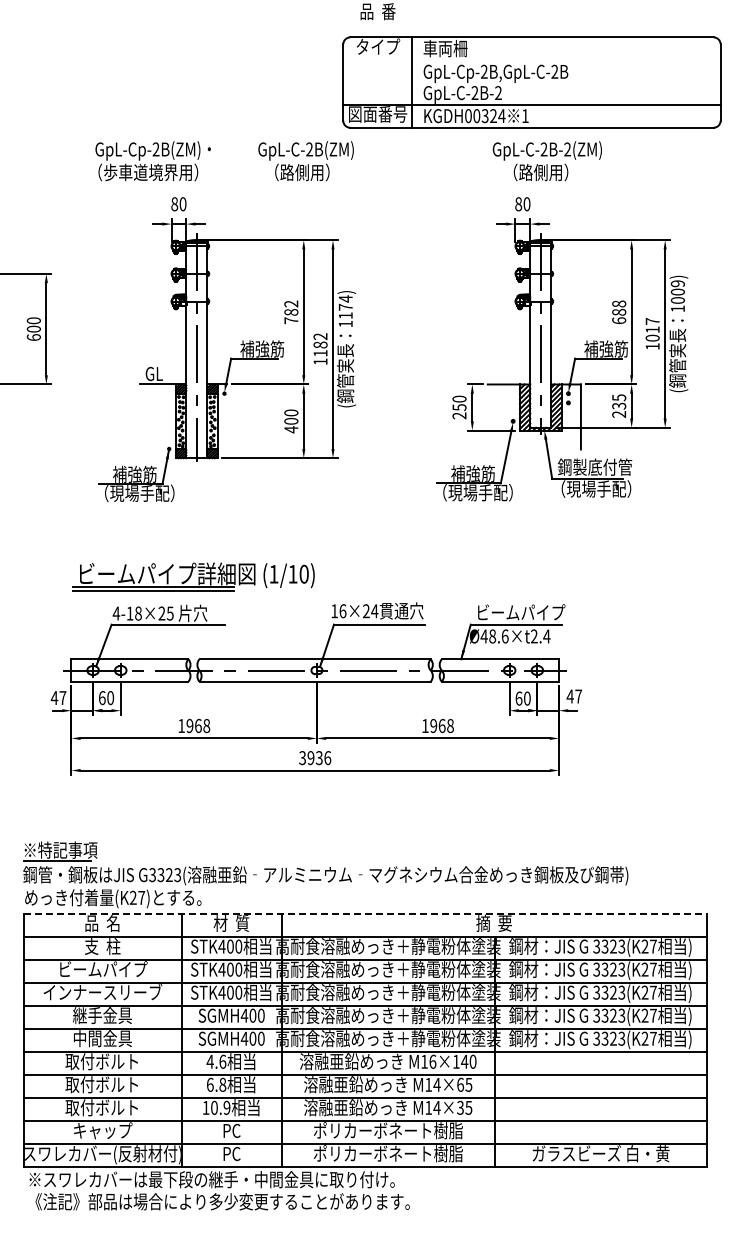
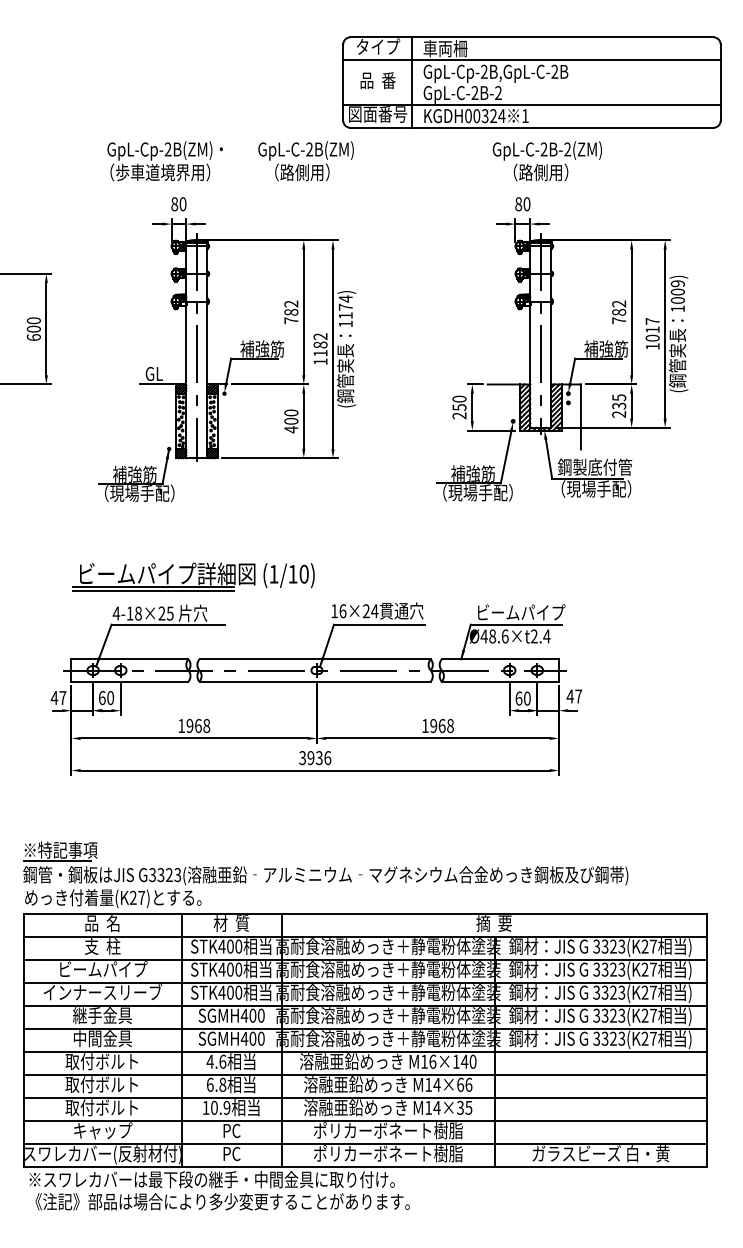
text at (377, 11) position: (377, 11) -> (377, 80)
line at (531, 60): none -> present
text at (152, 161) position: (152, 161) -> (164, 161)
text at (619, 312): 688 -> 782
line at (365, 913): dashed -> solid
text at (468, 1084): M14×65 -> M14×66
